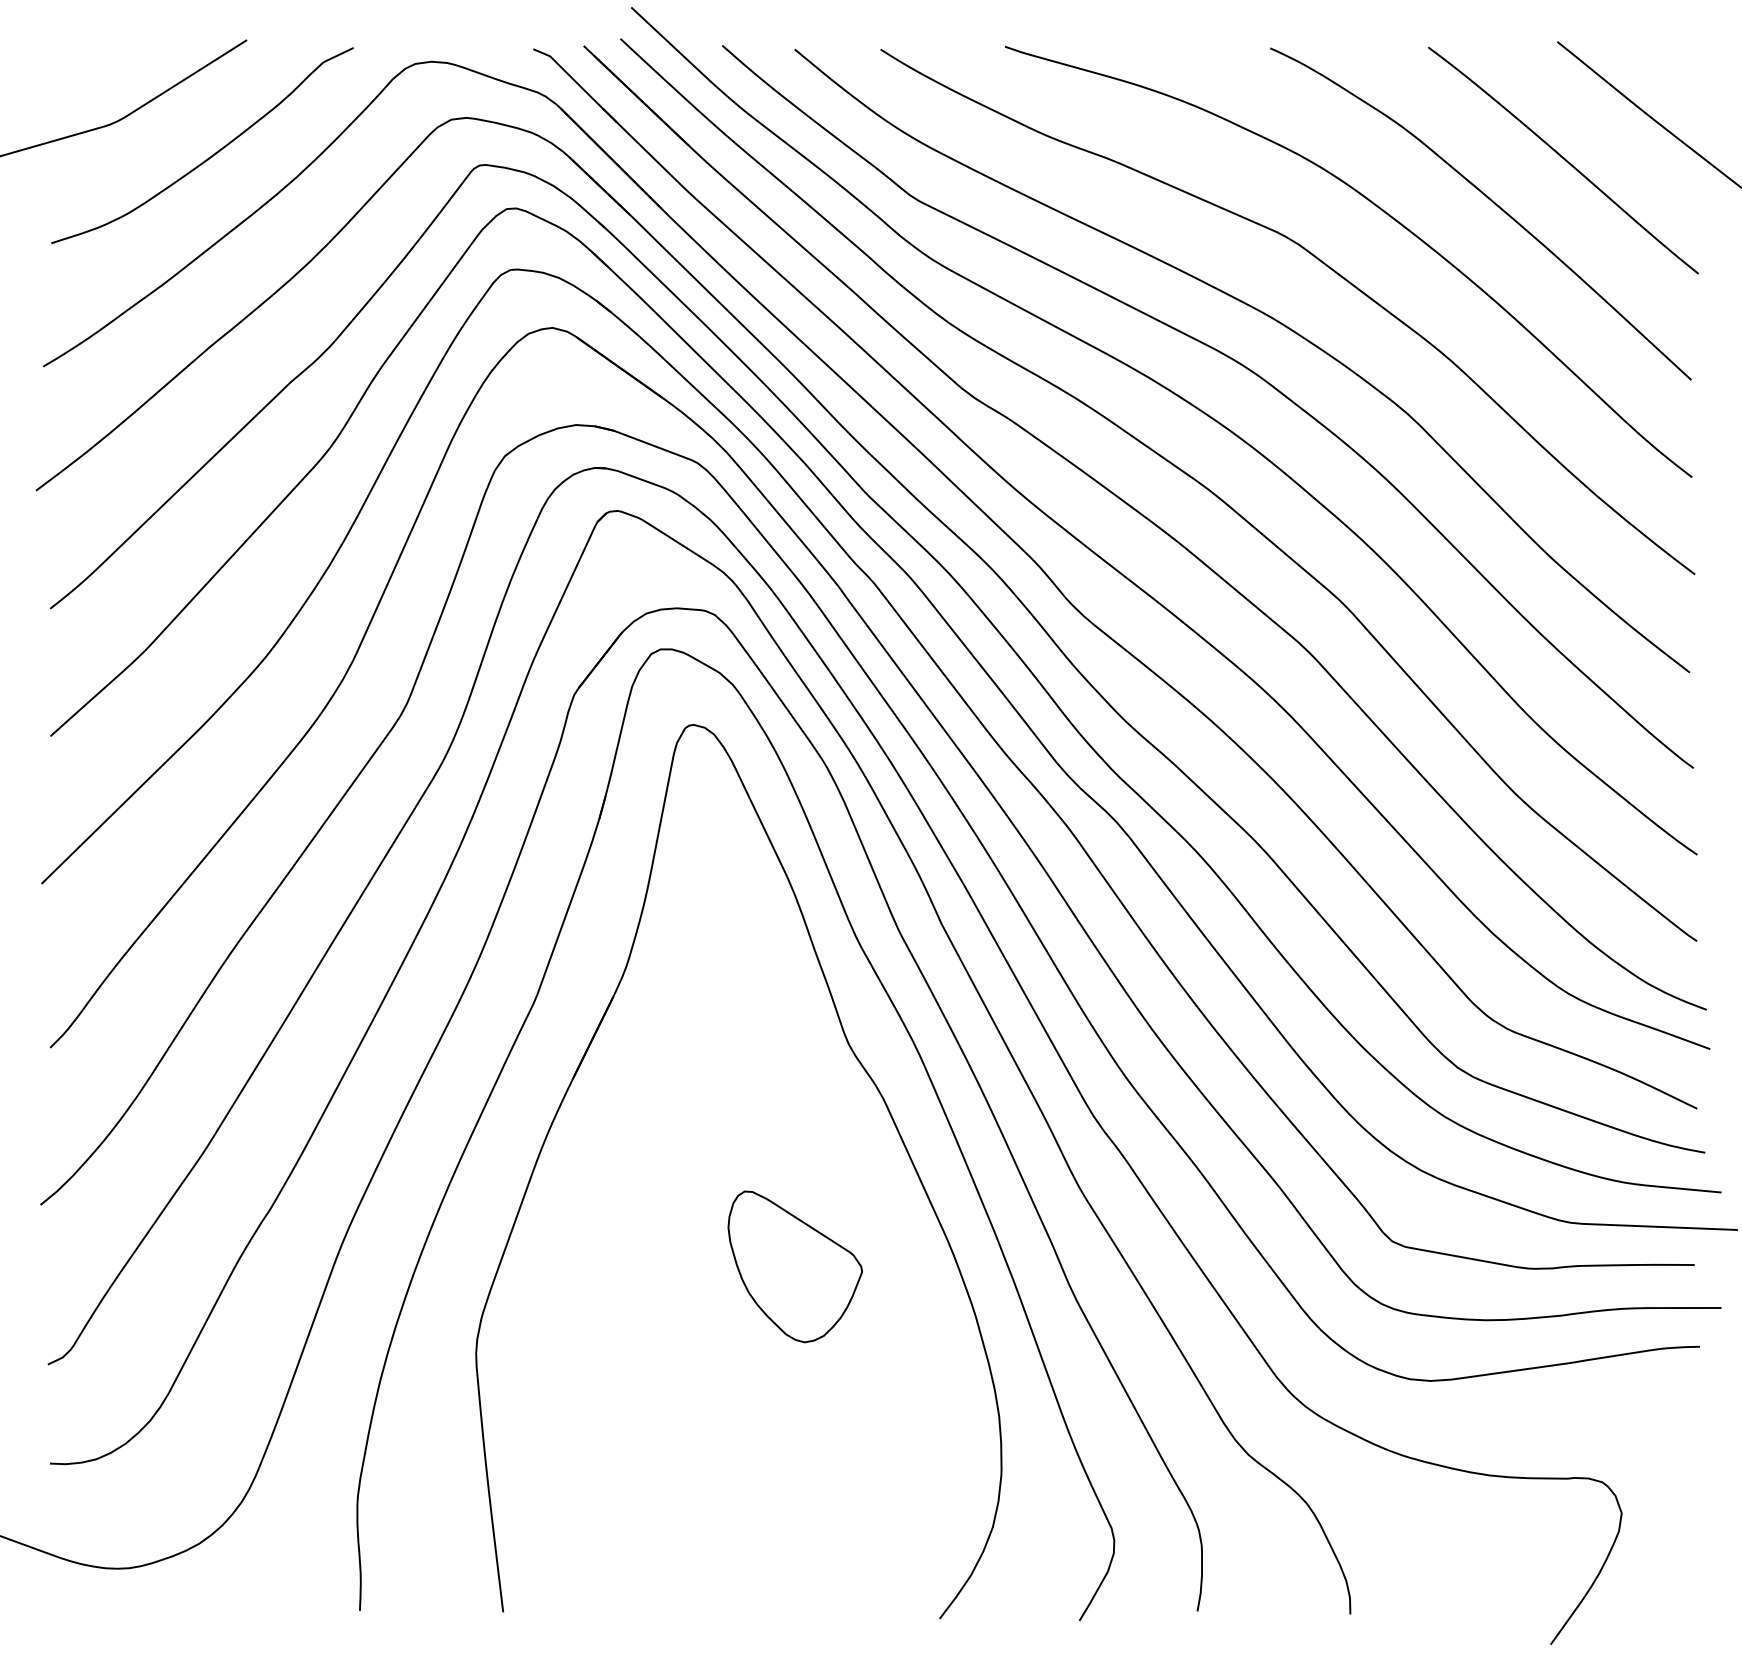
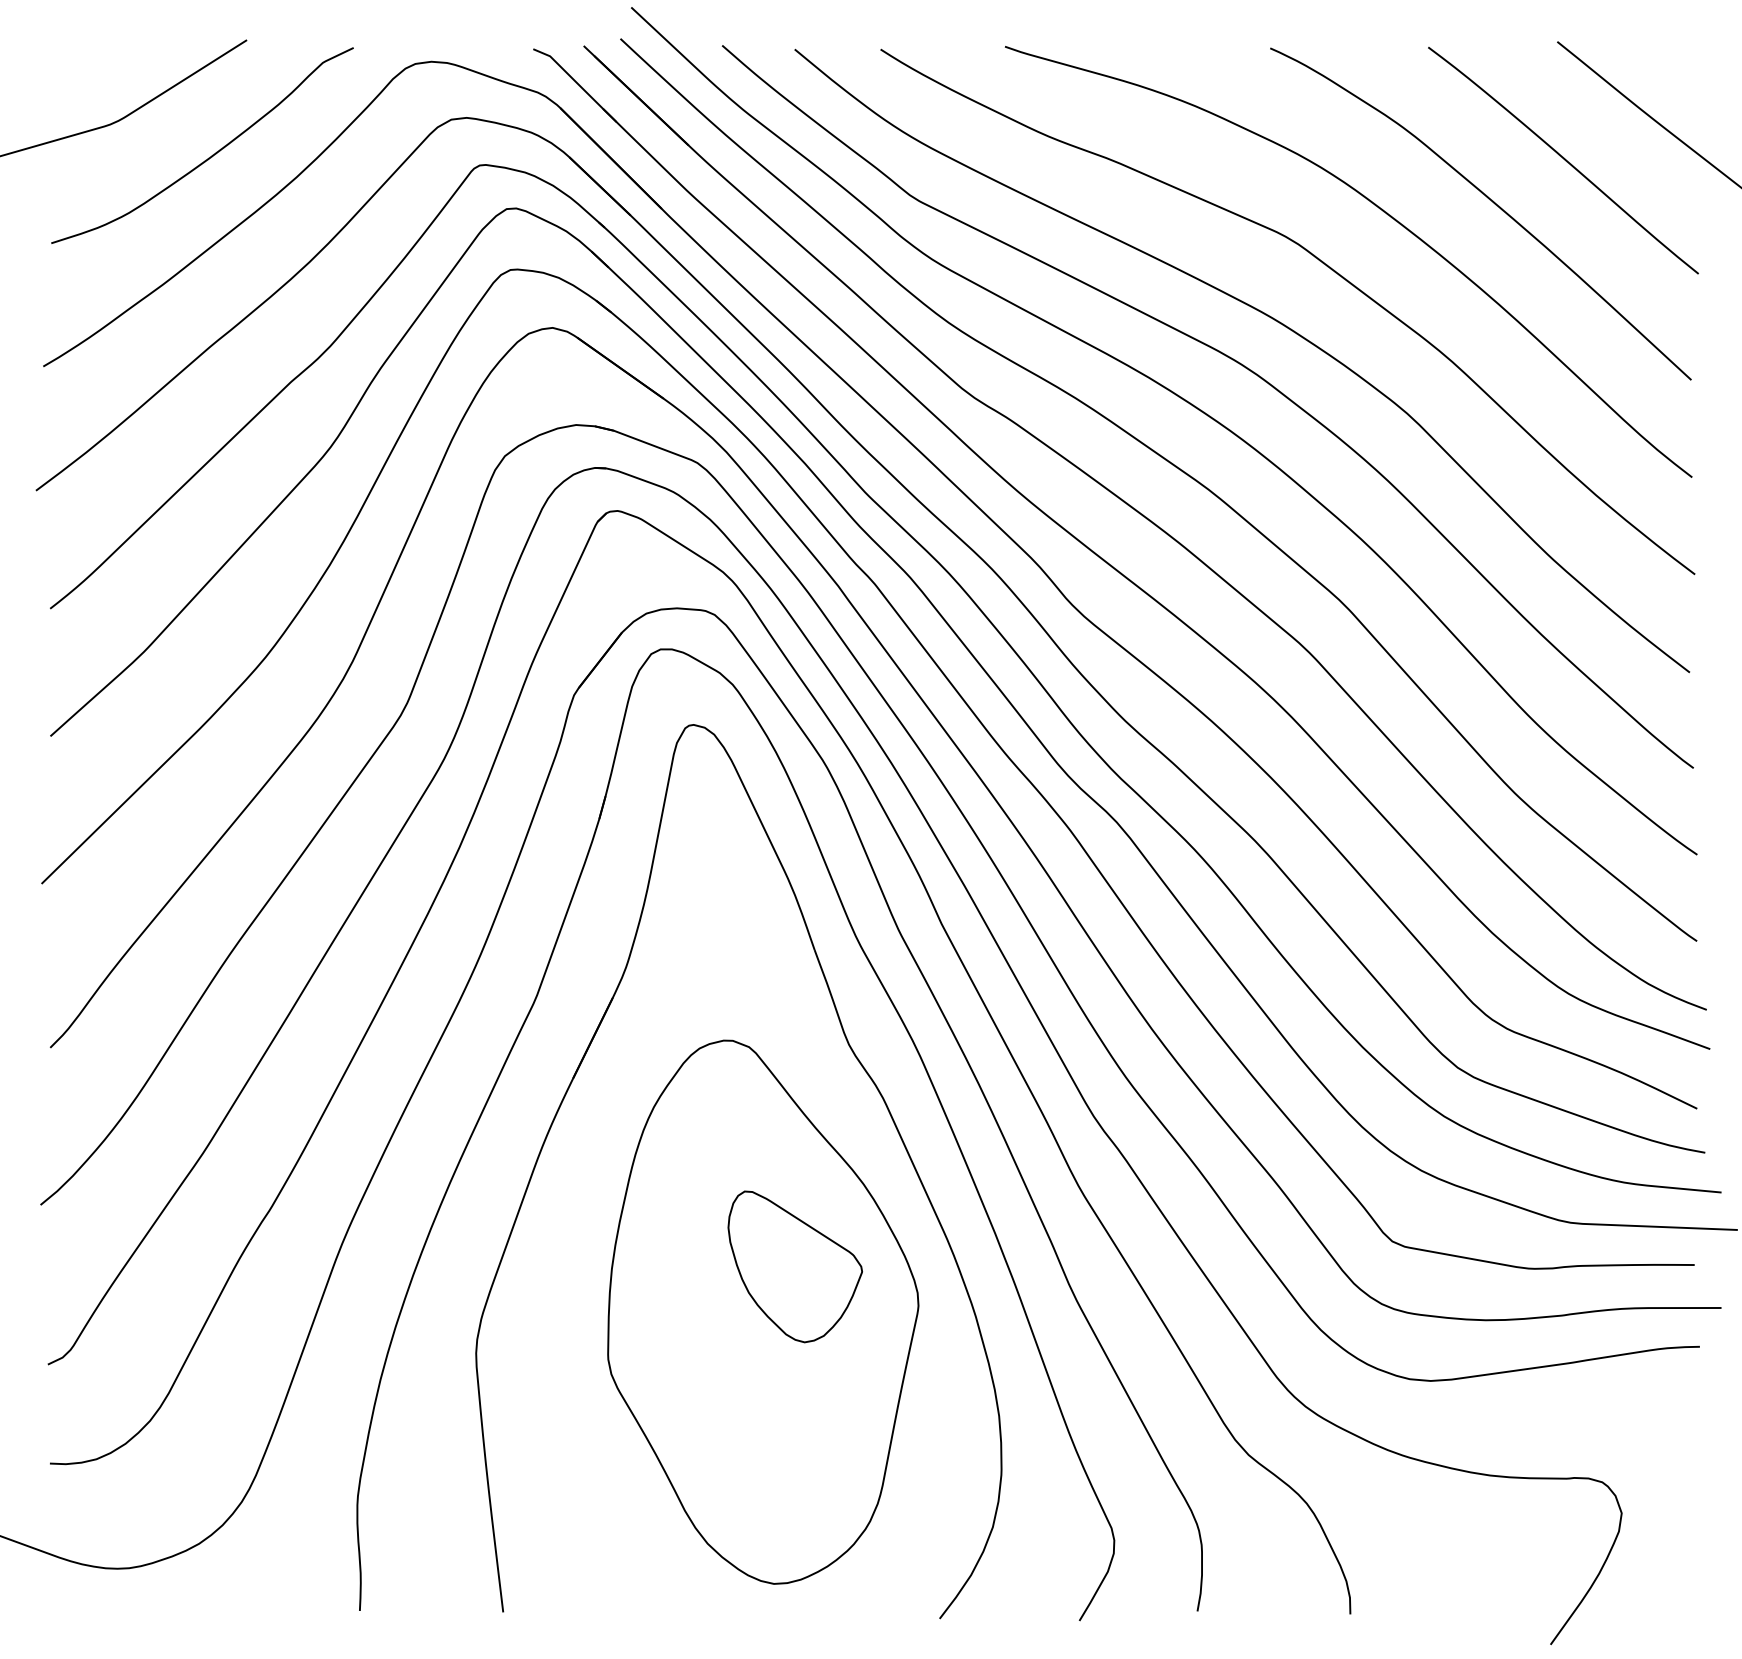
part at (763, 1311): none -> present
